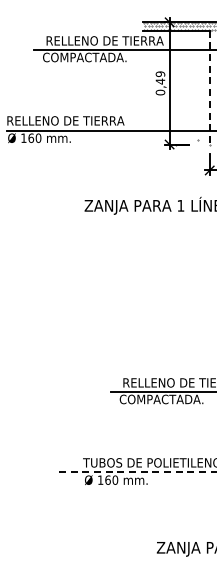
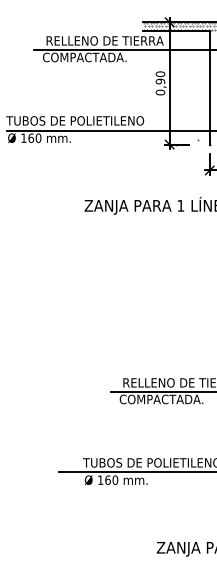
text at (160, 77): 0,49 -> 0,90
line at (210, 87): dashed -> solid
text at (75, 120): RELLENO DE TIERRA -> TUBOS DE POLIETILENO
line at (137, 471): dashed -> solid
